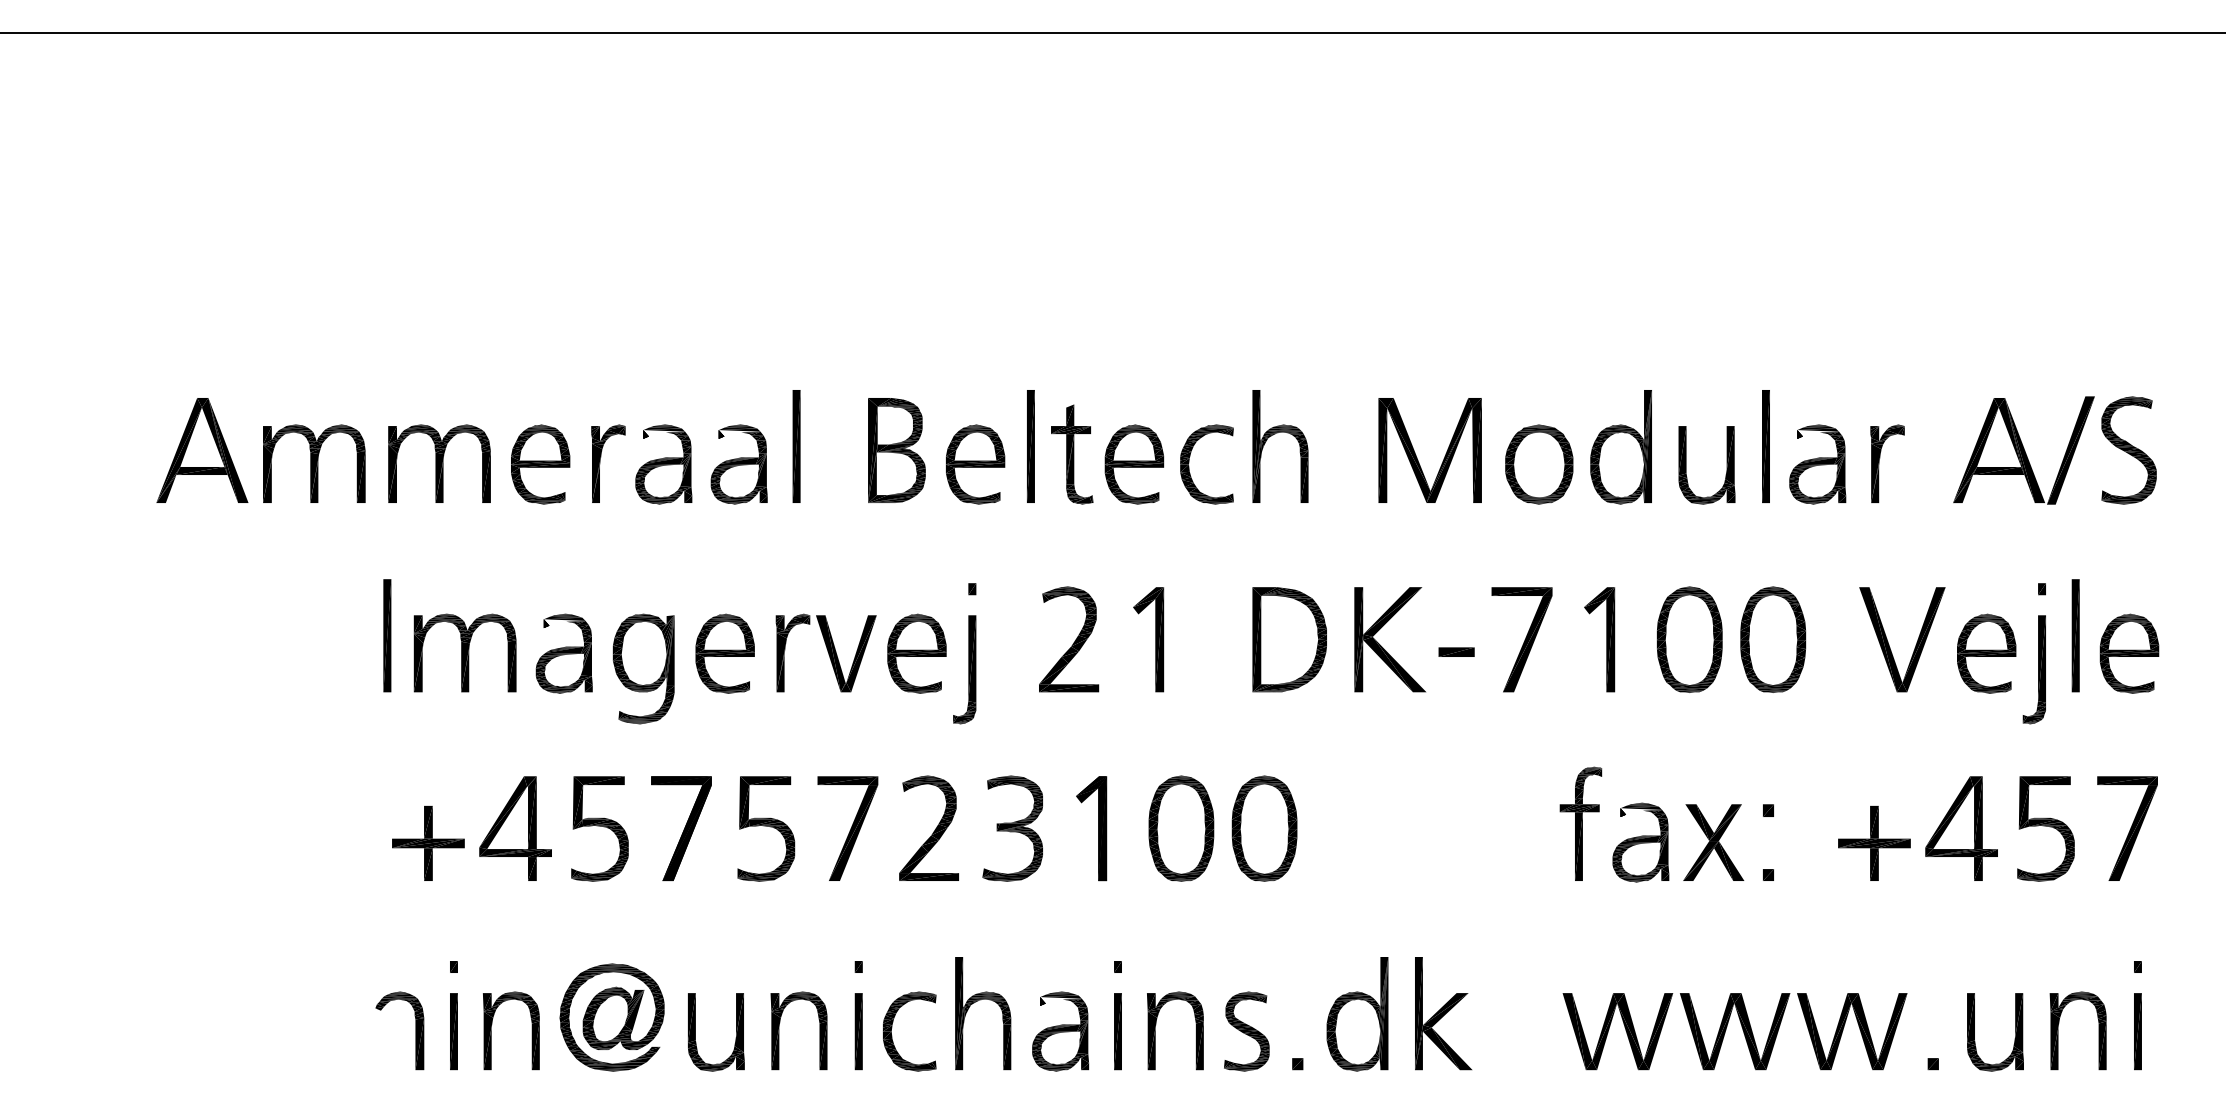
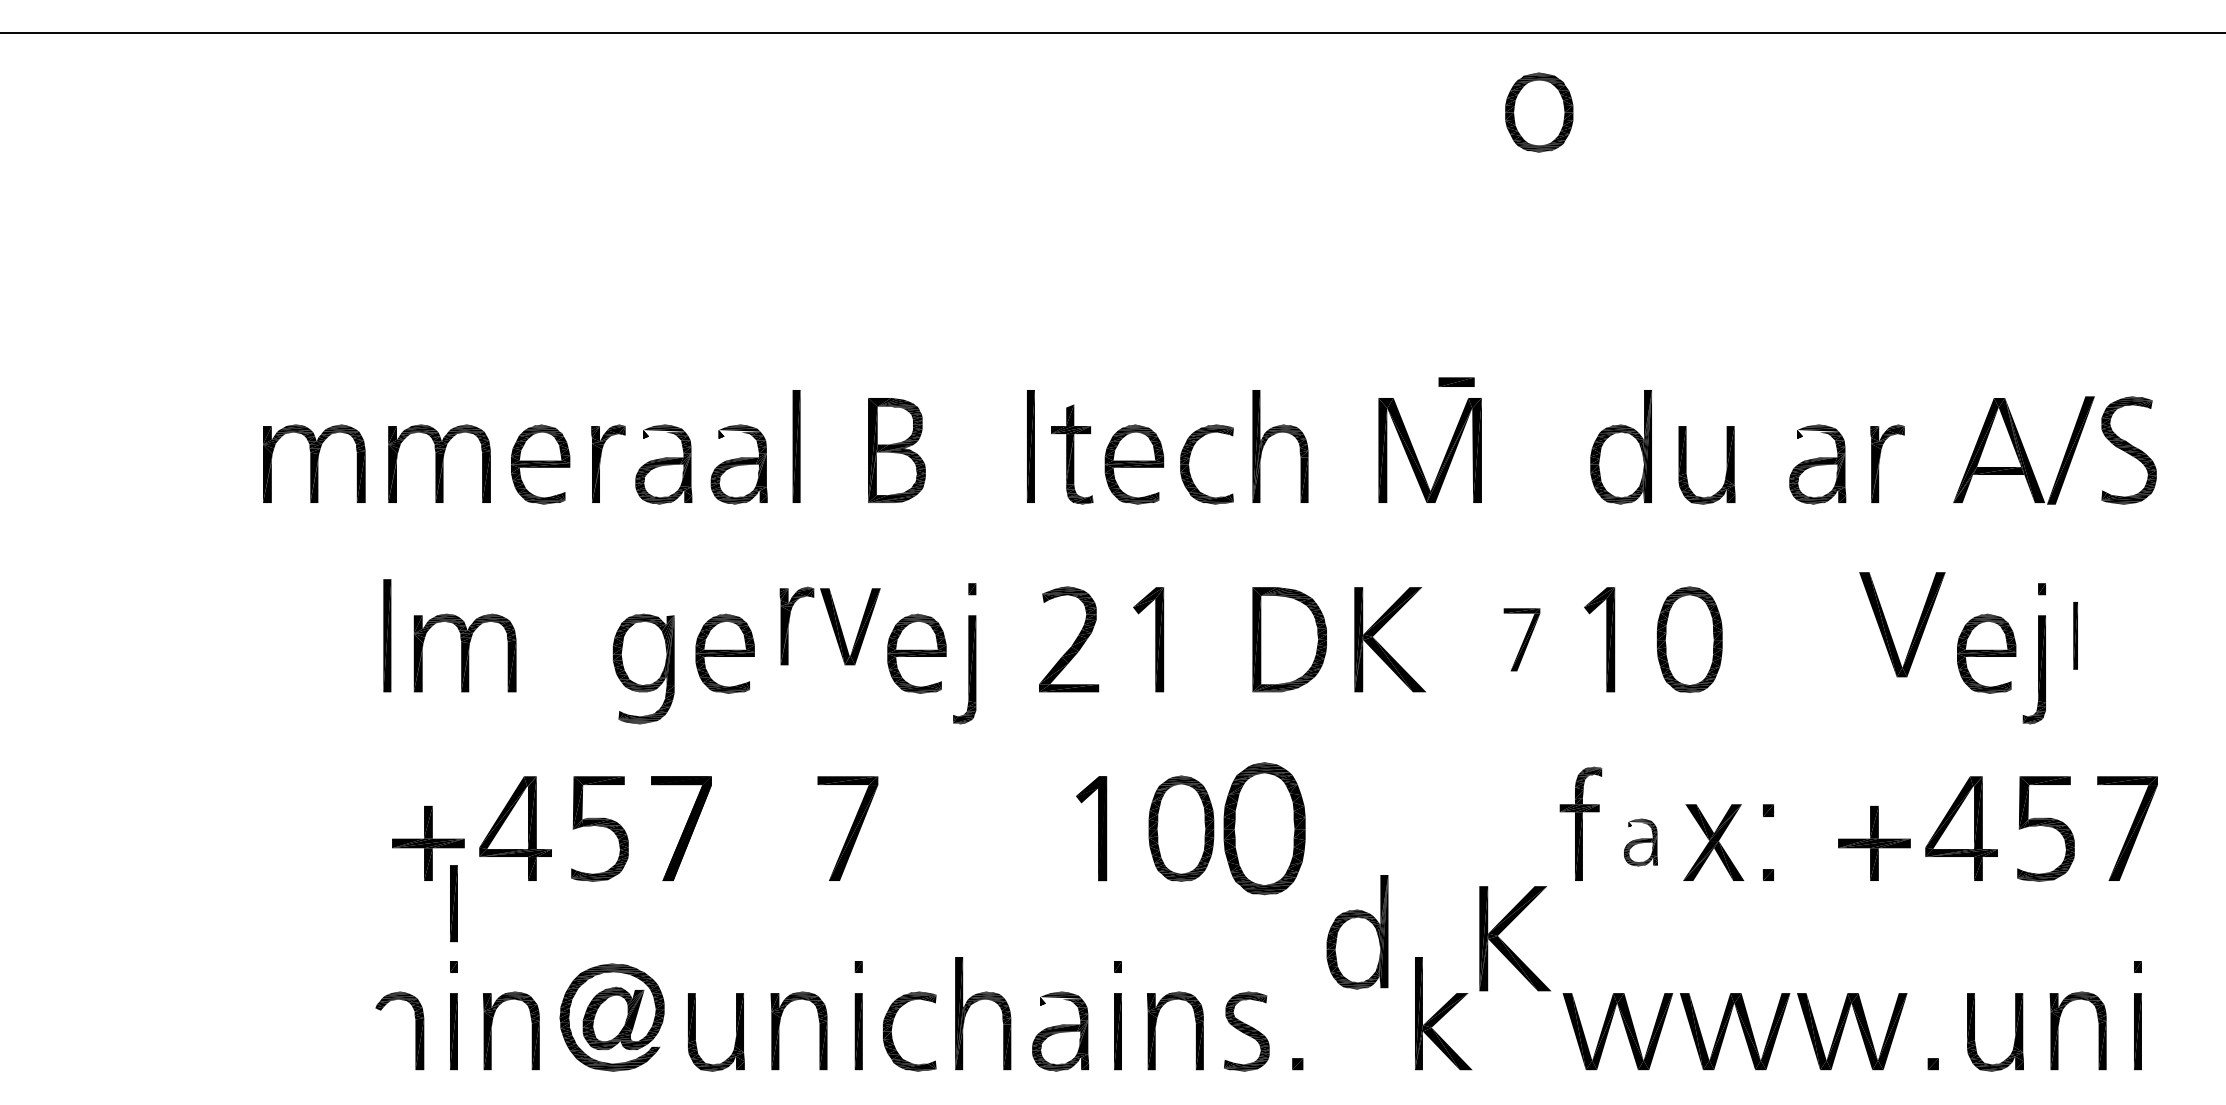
part at (1765, 446): present -> none
part at (202, 450): present -> none
part at (975, 464): present -> none
part at (1539, 464) position: (1539, 464) -> (1539, 112)
part at (2075, 635) size: 9x114 px -> 5x68 px
part at (1521, 639) size: 62x106 px -> 38x64 px
part at (1773, 639): present -> none
part at (1889, 644) position: (1889, 644) -> (1889, 629)
part at (1456, 651) position: (1456, 651) -> (1456, 381)
part at (825, 652) position: (825, 652) -> (829, 625)
part at (563, 653): present -> none
part at (2129, 653): present -> none
part at (766, 828): present -> none
part at (1012, 828): present -> none
part at (1264, 828) size: 67x107 px -> 83x134 px
part at (933, 831): present -> none
part at (1640, 842) size: 58x81 px -> 34x49 px
part at (453, 903): none -> present
part at (1507, 945): none -> present
part at (1357, 1014) position: (1357, 1014) -> (1357, 932)
